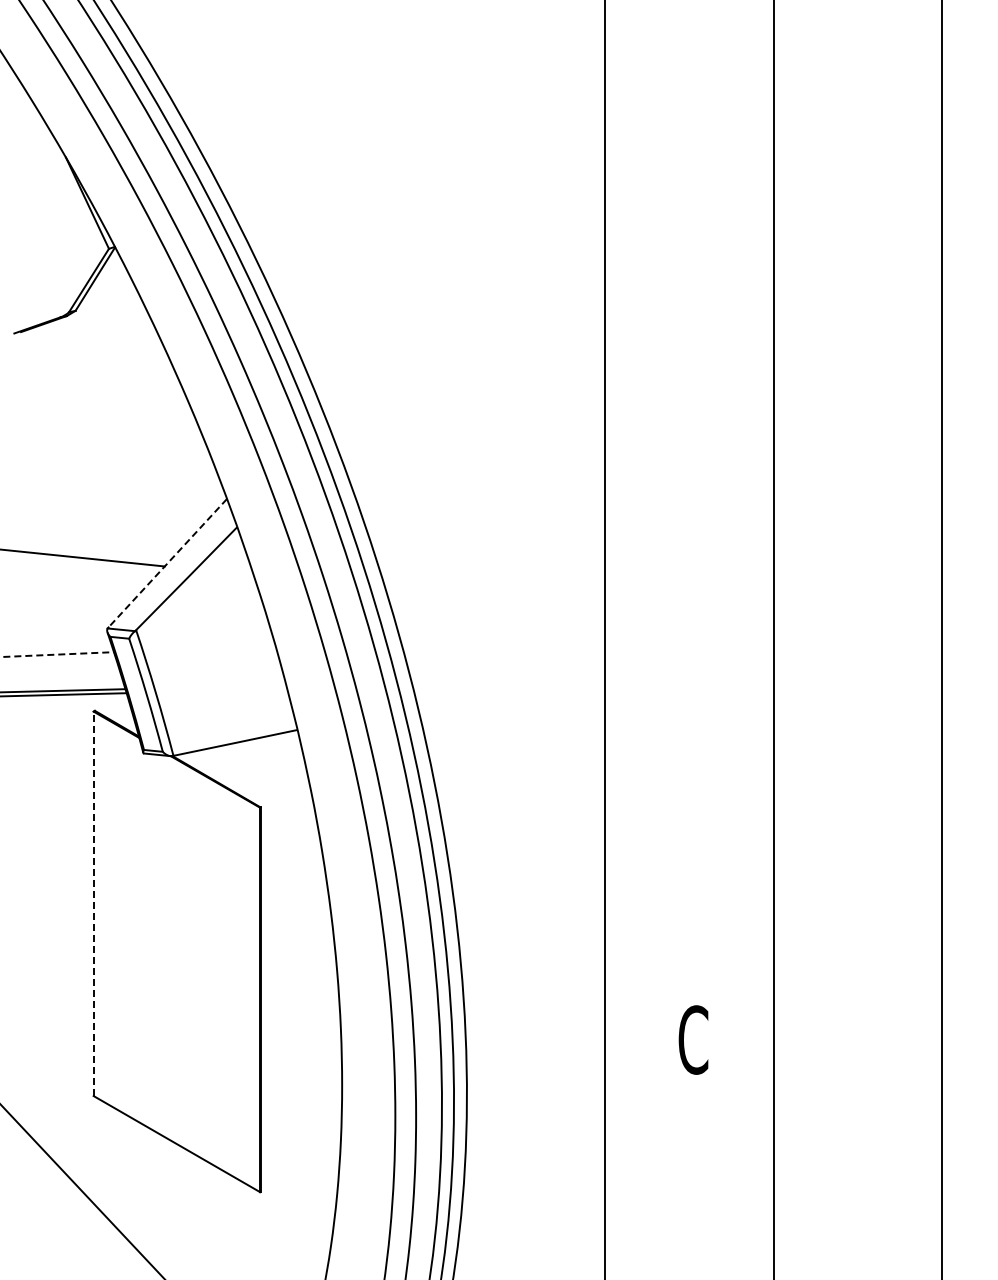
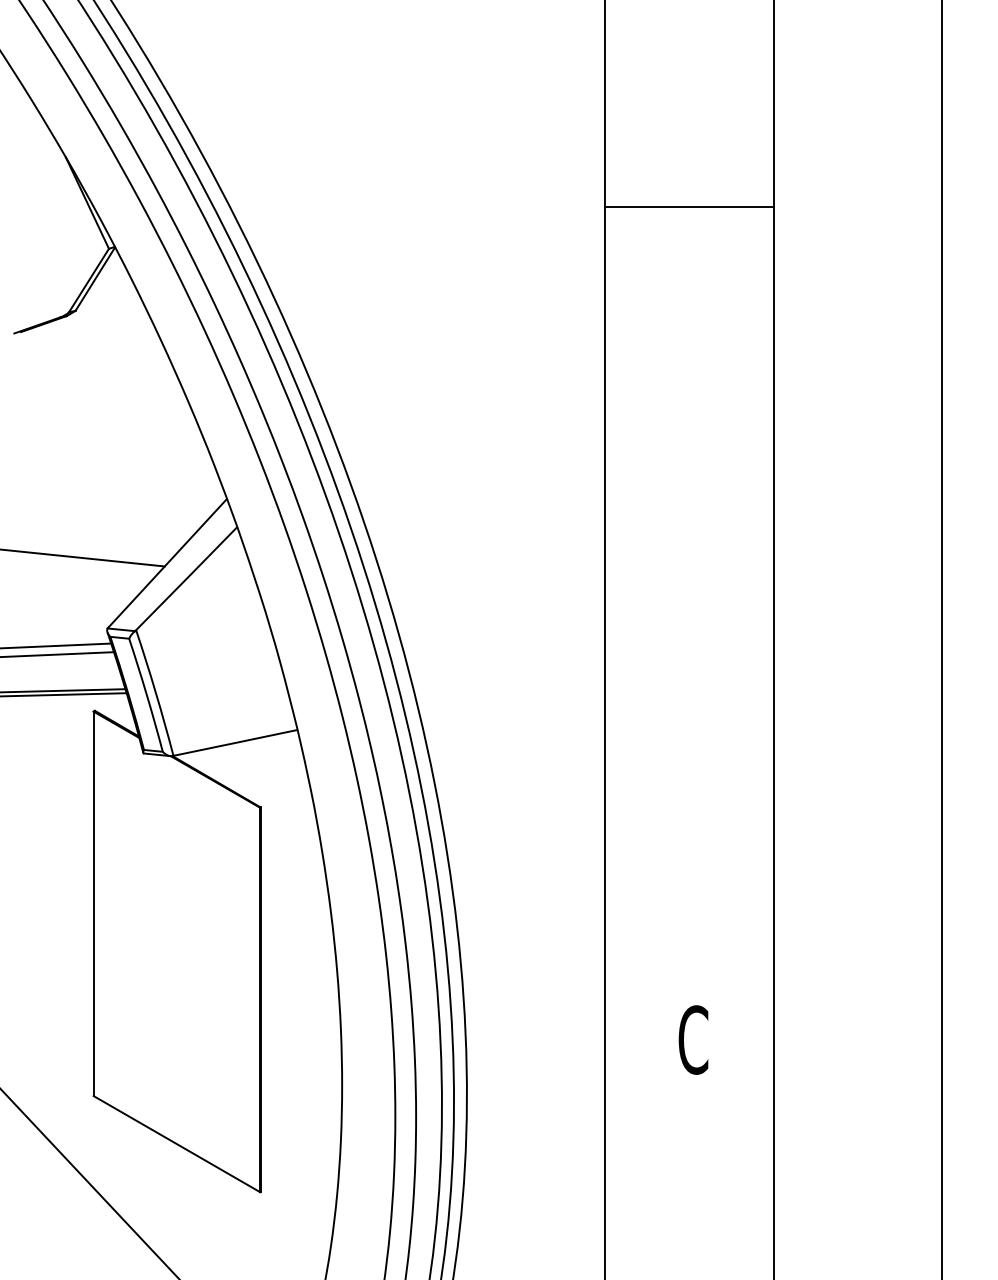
line at (689, 207): none -> present
line at (167, 563): dashed -> solid
line at (56, 645): none -> present
line at (57, 654): dashed -> solid
line at (93, 903): dashed -> solid
line at (82, 1191) position: (82, 1191) -> (89, 1183)
